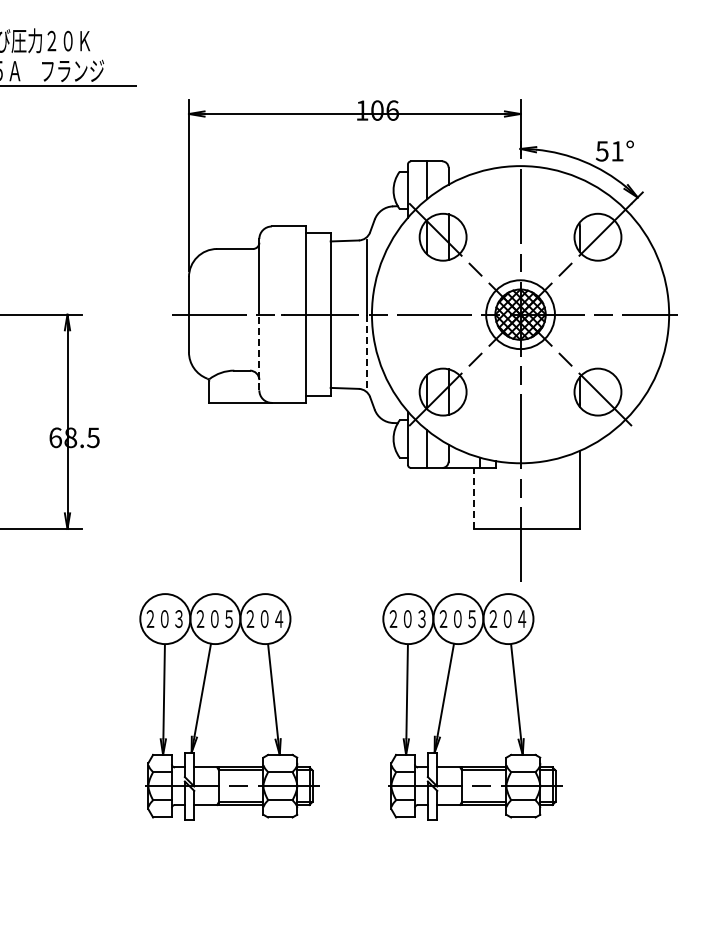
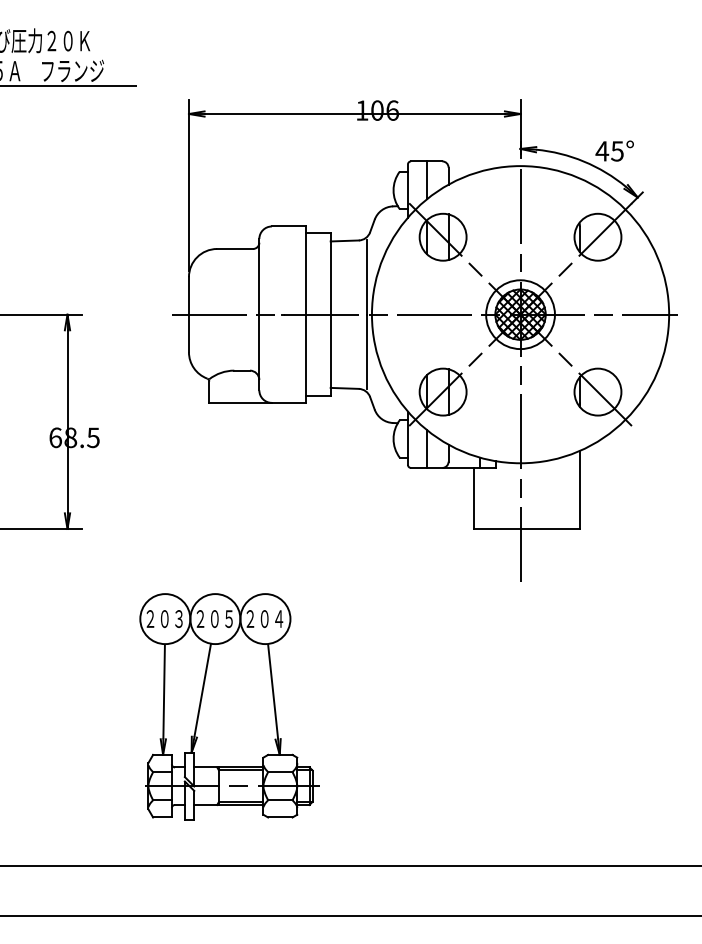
text at (609, 151): 51° -> 45°
line at (259, 352): dashed -> solid
line at (367, 352): dashed -> solid
line at (473, 497): dashed -> solid
part at (472, 706): present -> none
line at (350, 865): none -> present
line at (350, 915): none -> present
